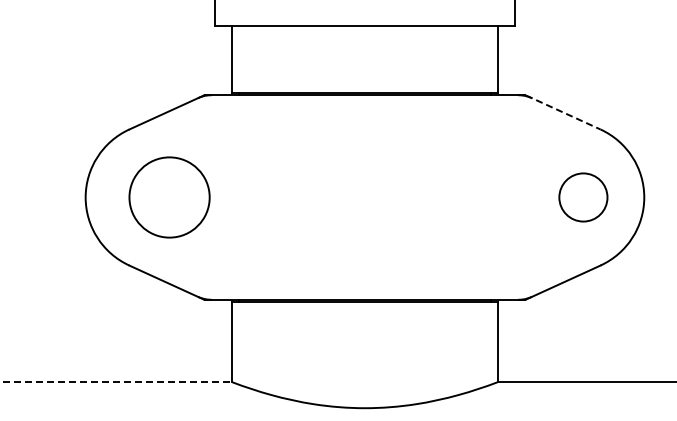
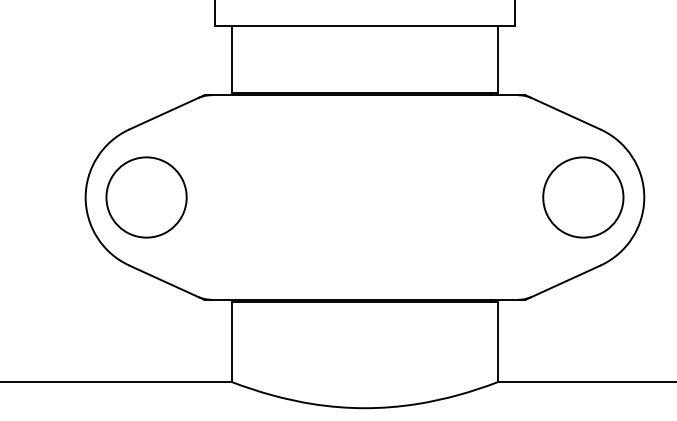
line at (563, 112): dashed -> solid
circle at (169, 197) position: (169, 197) -> (146, 197)
circle at (583, 197) size: 51x51 px -> 83x83 px
line at (116, 382): dashed -> solid
